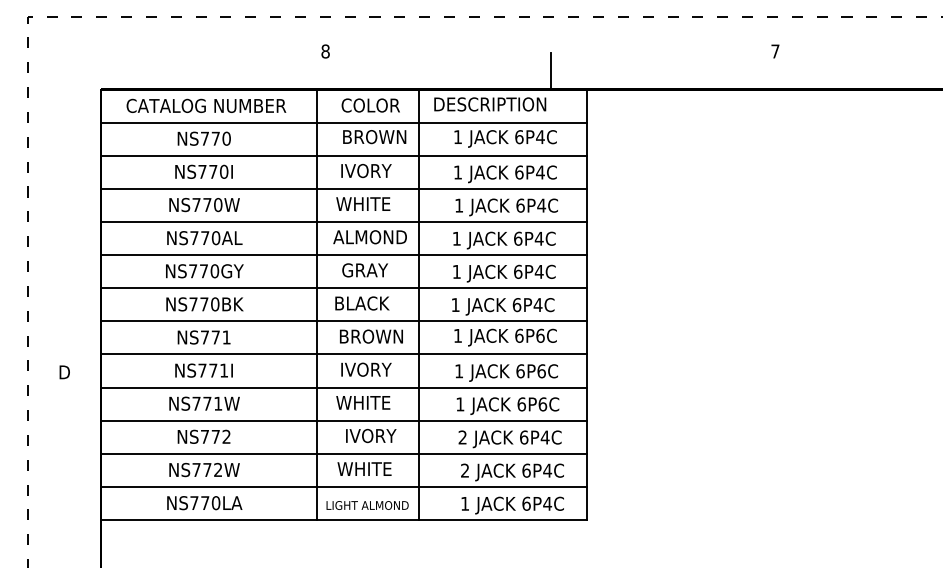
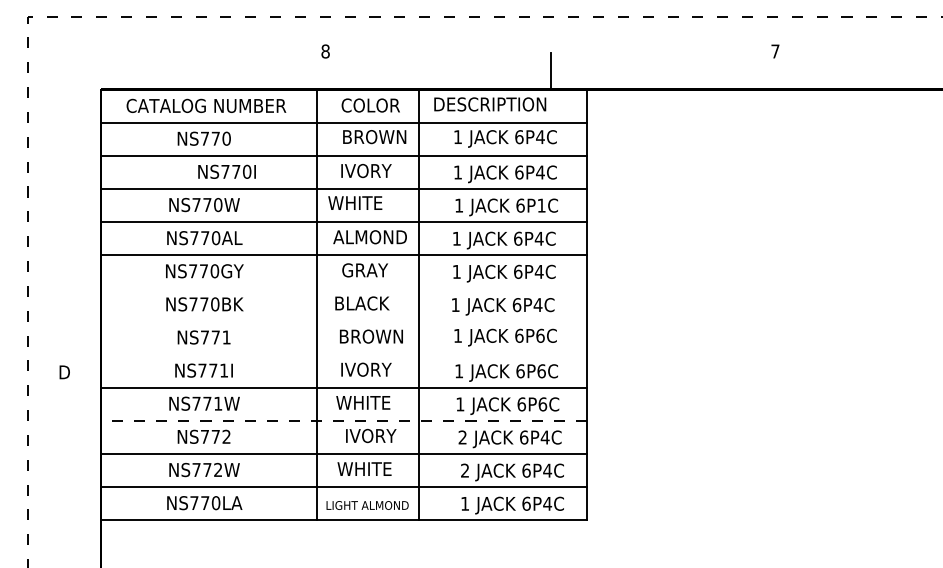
text at (203, 171) position: (203, 171) -> (226, 171)
text at (363, 203) position: (363, 203) -> (355, 202)
text at (541, 205): 6P4C -> 6P1C
line at (343, 288): present -> none
line at (343, 321): present -> none
line at (343, 354): present -> none
line at (343, 420): solid -> dashed
